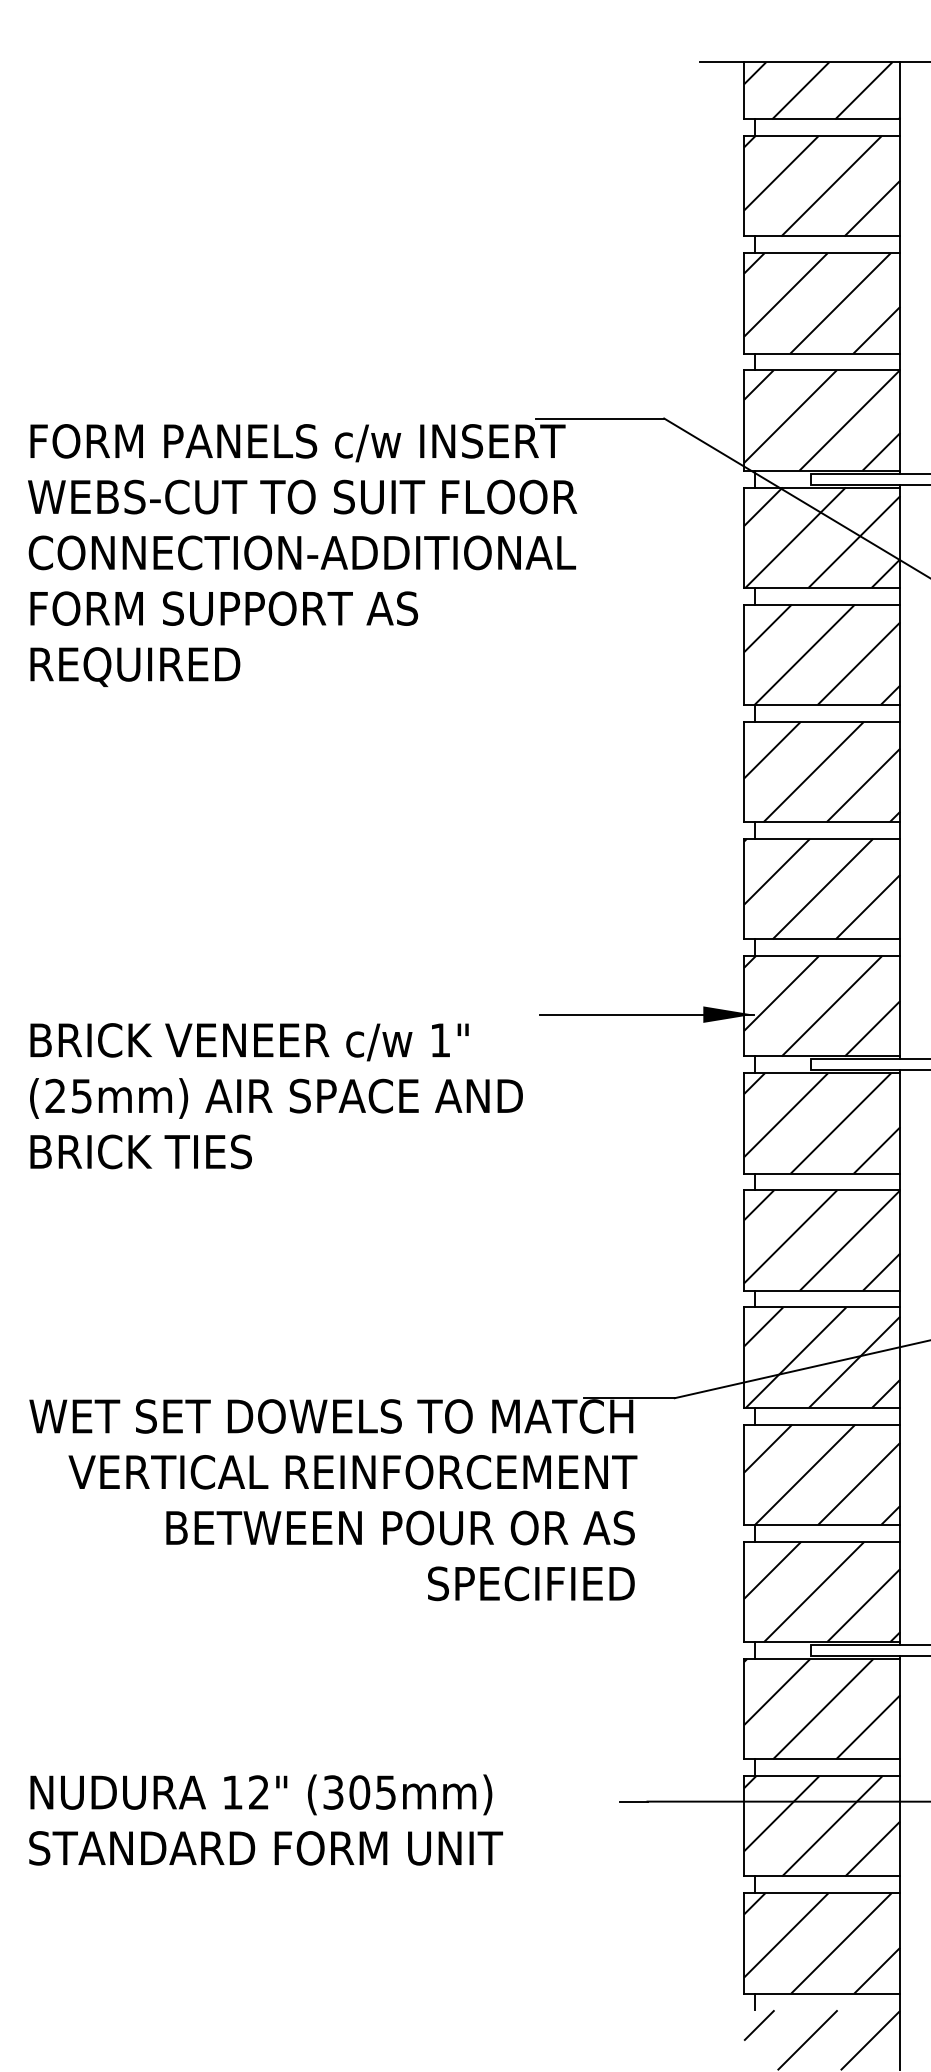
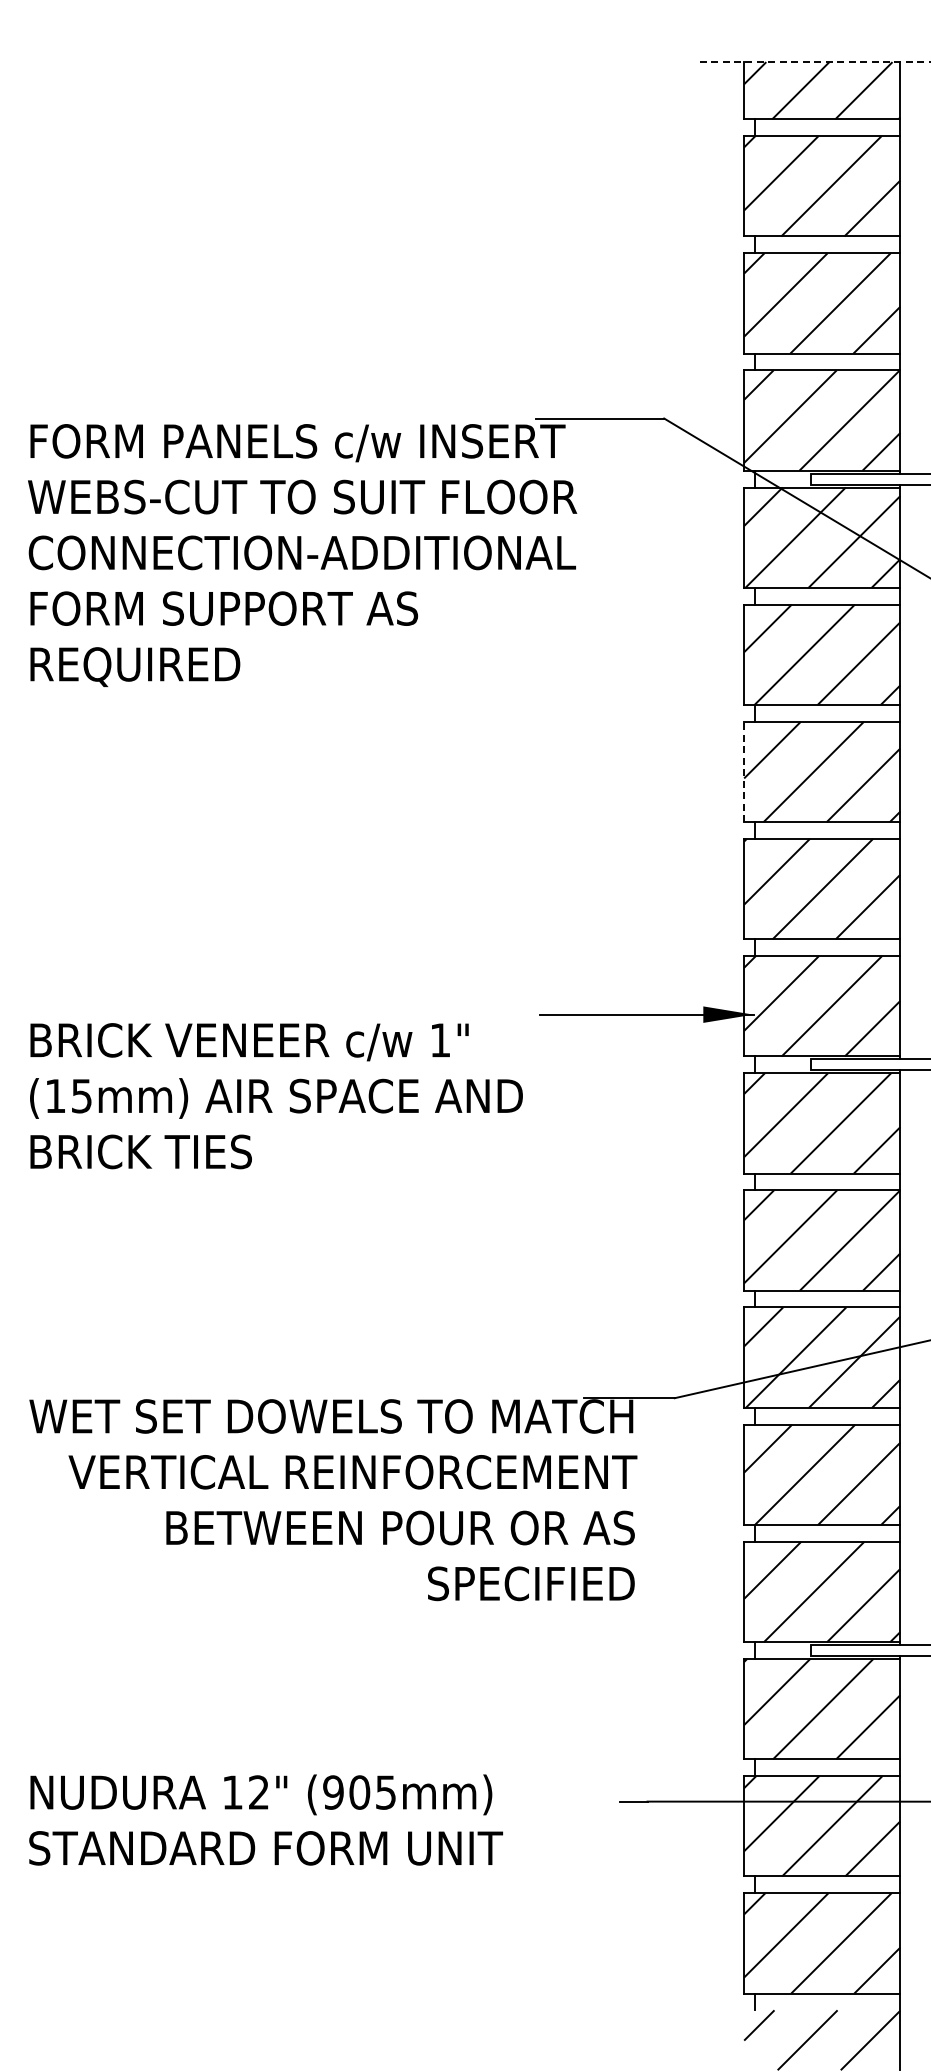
line at (815, 62): solid -> dashed
line at (744, 771): solid -> dashed
text at (54, 1095): (25mm) -> (15mm)
text at (333, 1792): (305mm) -> (905mm)
